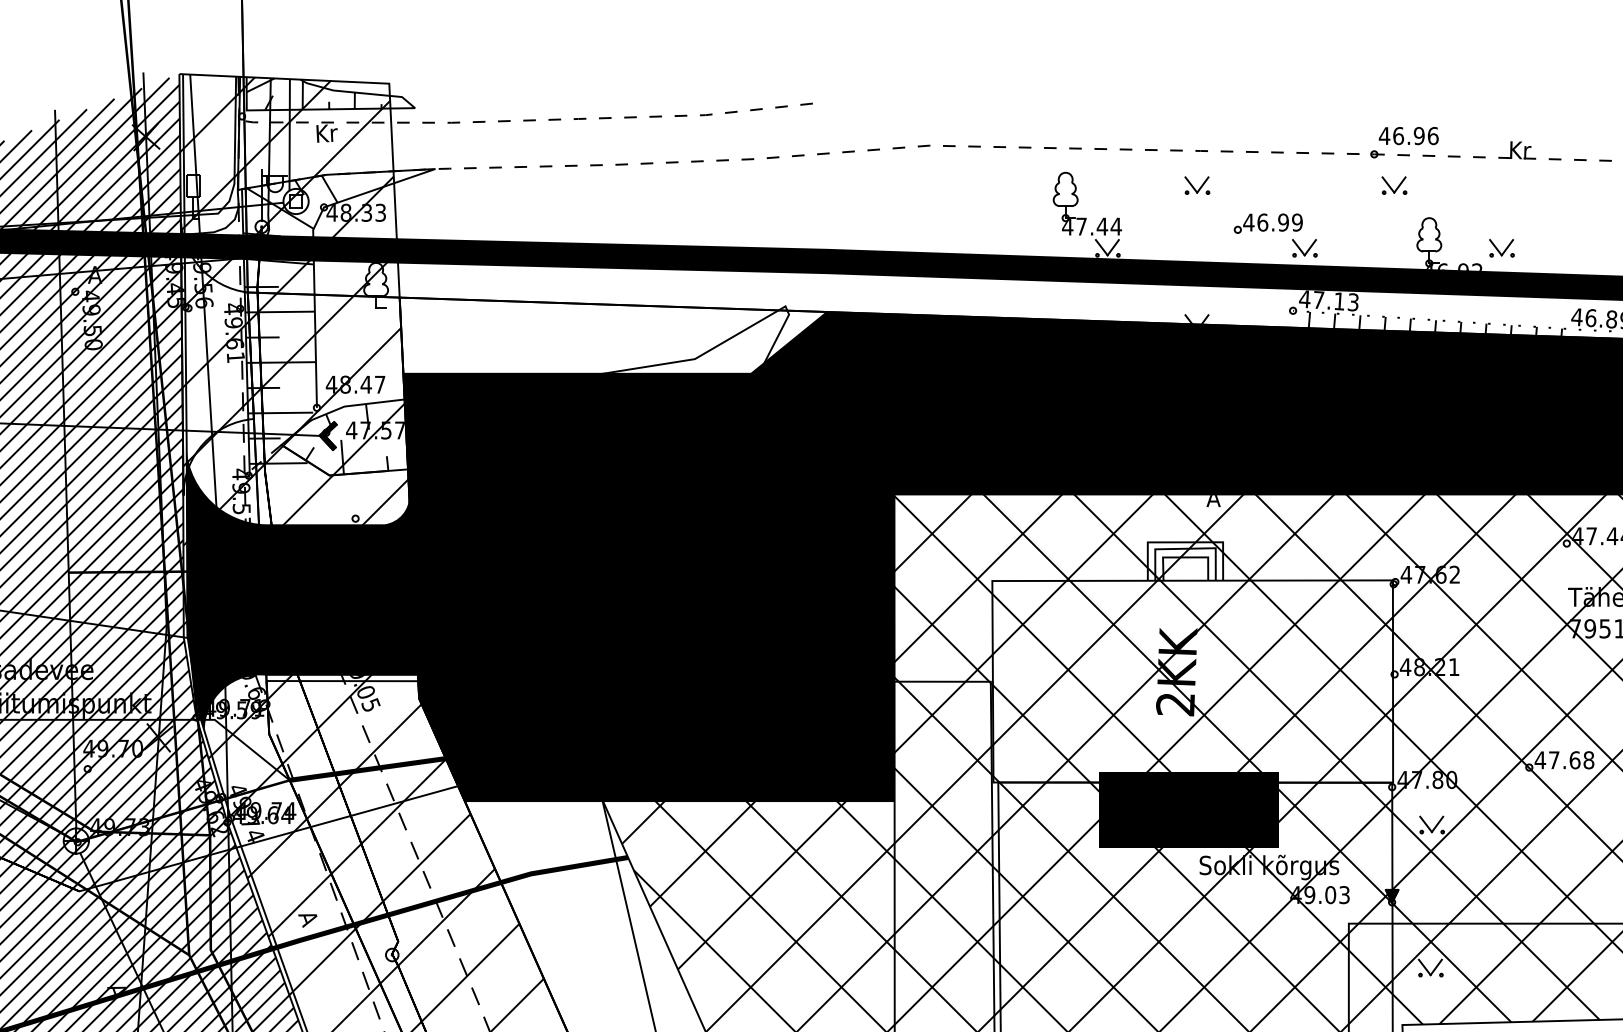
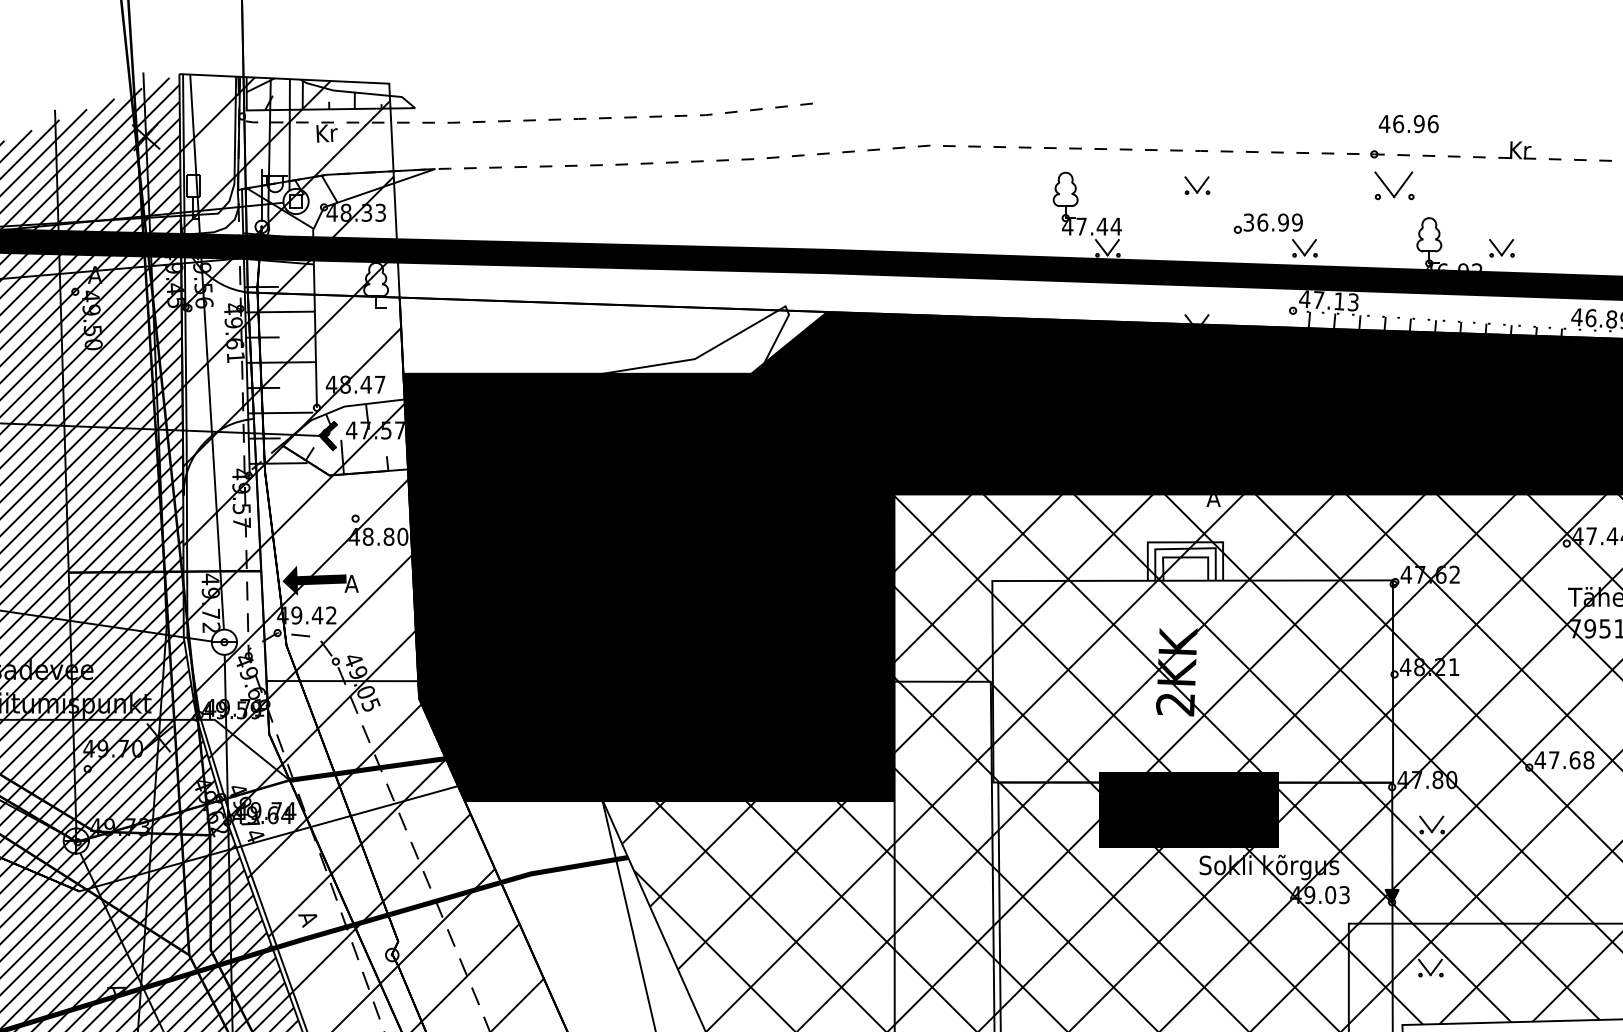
text at (1408, 136) position: (1408, 136) -> (1408, 124)
part at (1394, 185) size: 27x19 px -> 41x30 px
text at (1248, 222): 46.99 -> 36.99
fill at (302, 590): present -> none
fill at (304, 617): present -> none
